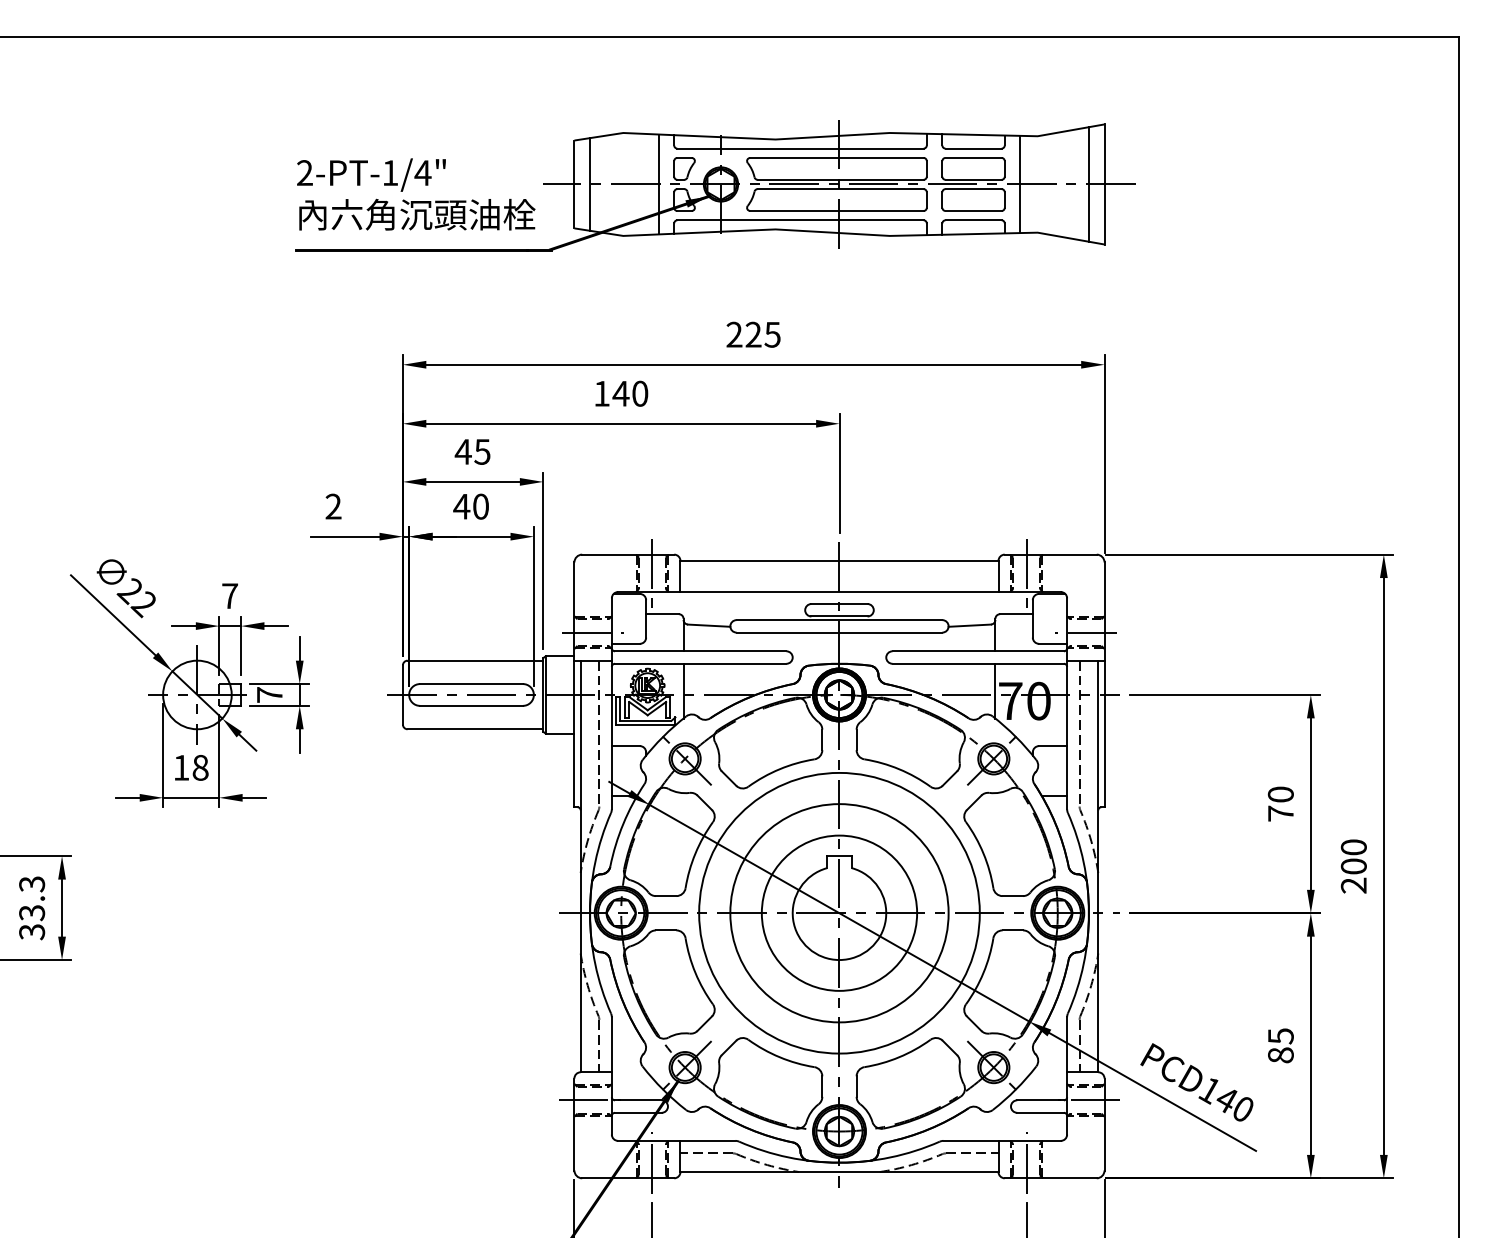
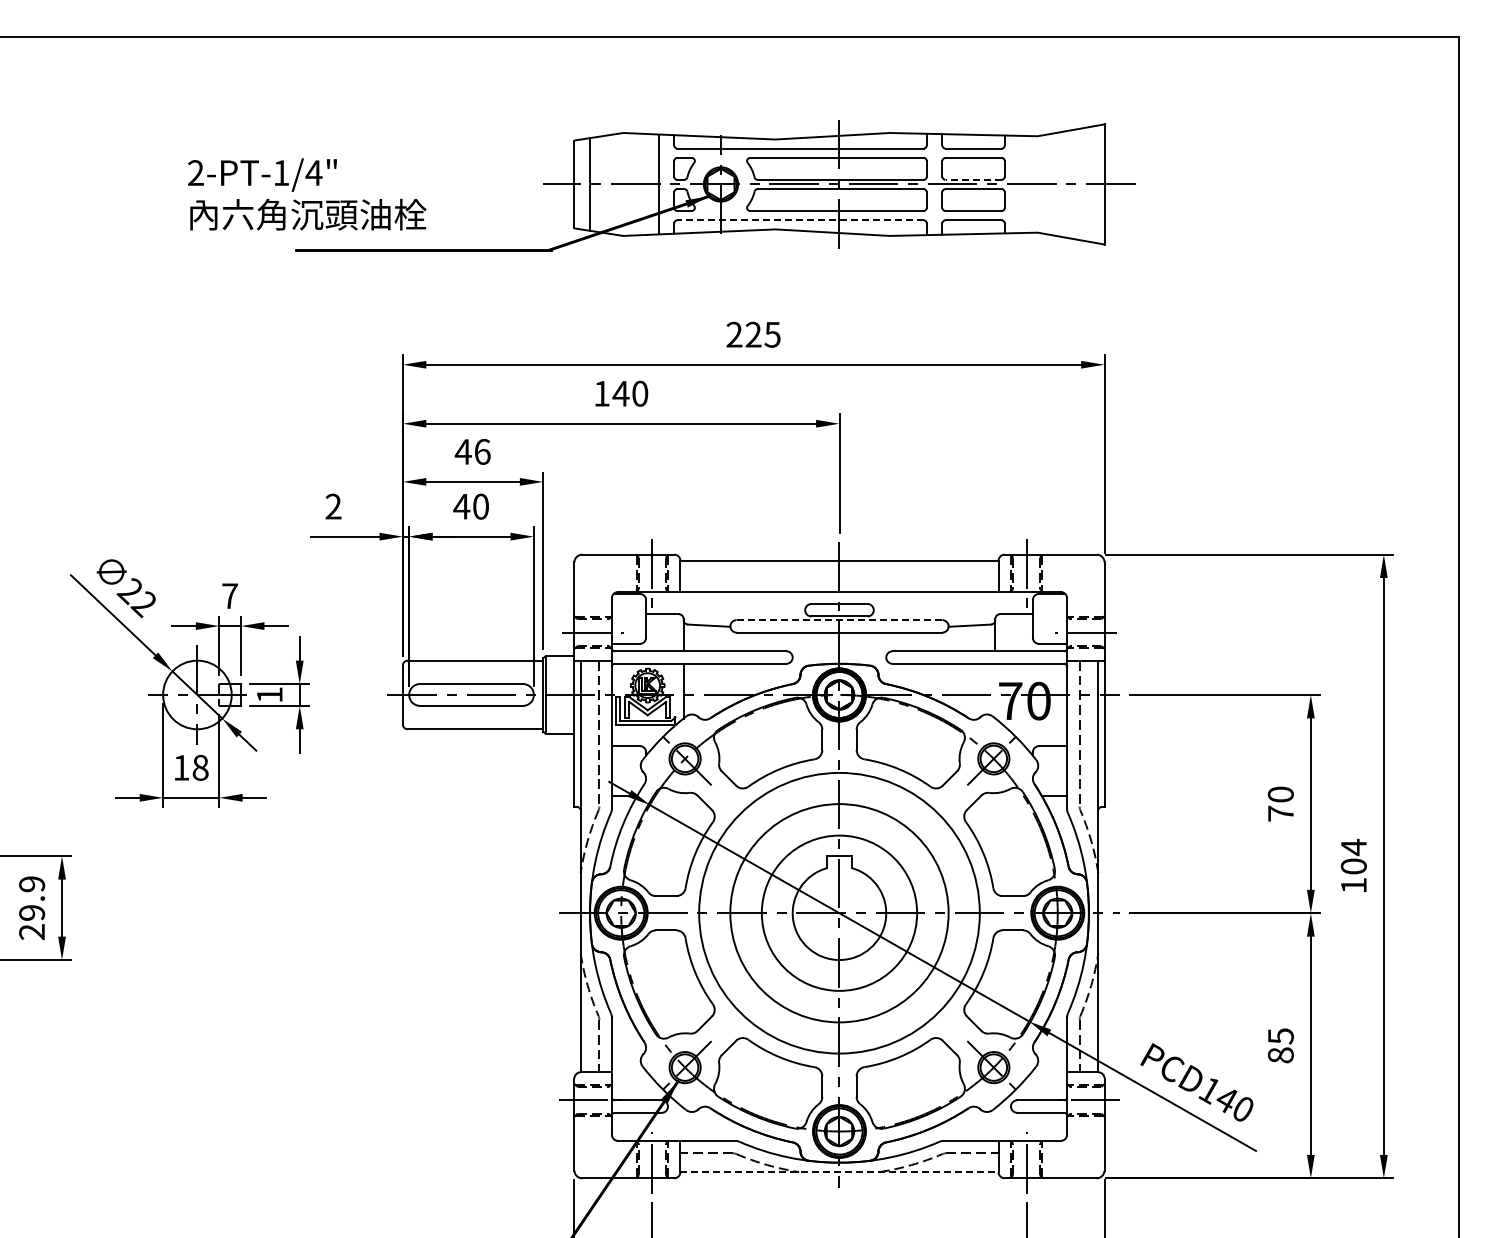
line at (973, 179): solid -> dashed
line at (1020, 184): present -> none
line at (1088, 184): present -> none
text at (416, 194) position: (416, 194) -> (307, 194)
line at (800, 220): solid -> dashed
text at (482, 451): 45 -> 46
line at (839, 620): solid -> dashed
line at (995, 690): present -> none
text at (269, 694): 7 -> 1
text at (1353, 865): 200 -> 104
text at (32, 908): 33.3 -> 29.9
line at (839, 1172): solid -> dashed
